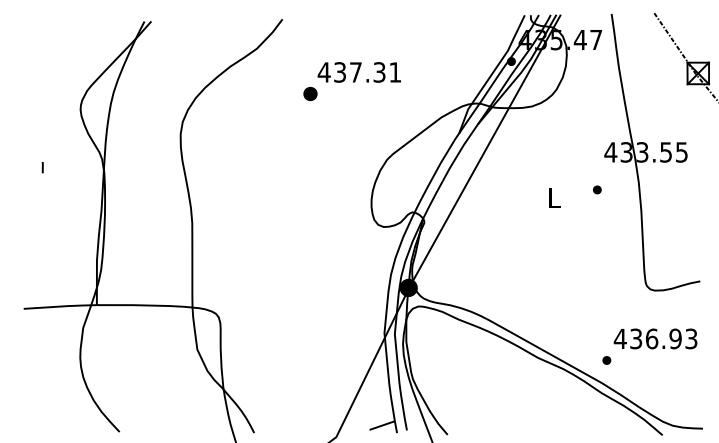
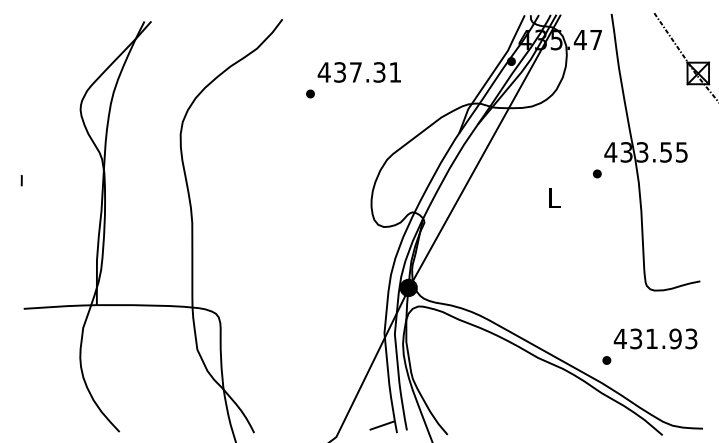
part at (310, 93) size: 15x14 px -> 9x10 px
line at (42, 167) position: (42, 167) -> (21, 180)
part at (597, 189) position: (597, 189) -> (597, 173)
text at (652, 338): 436.93 -> 431.93
